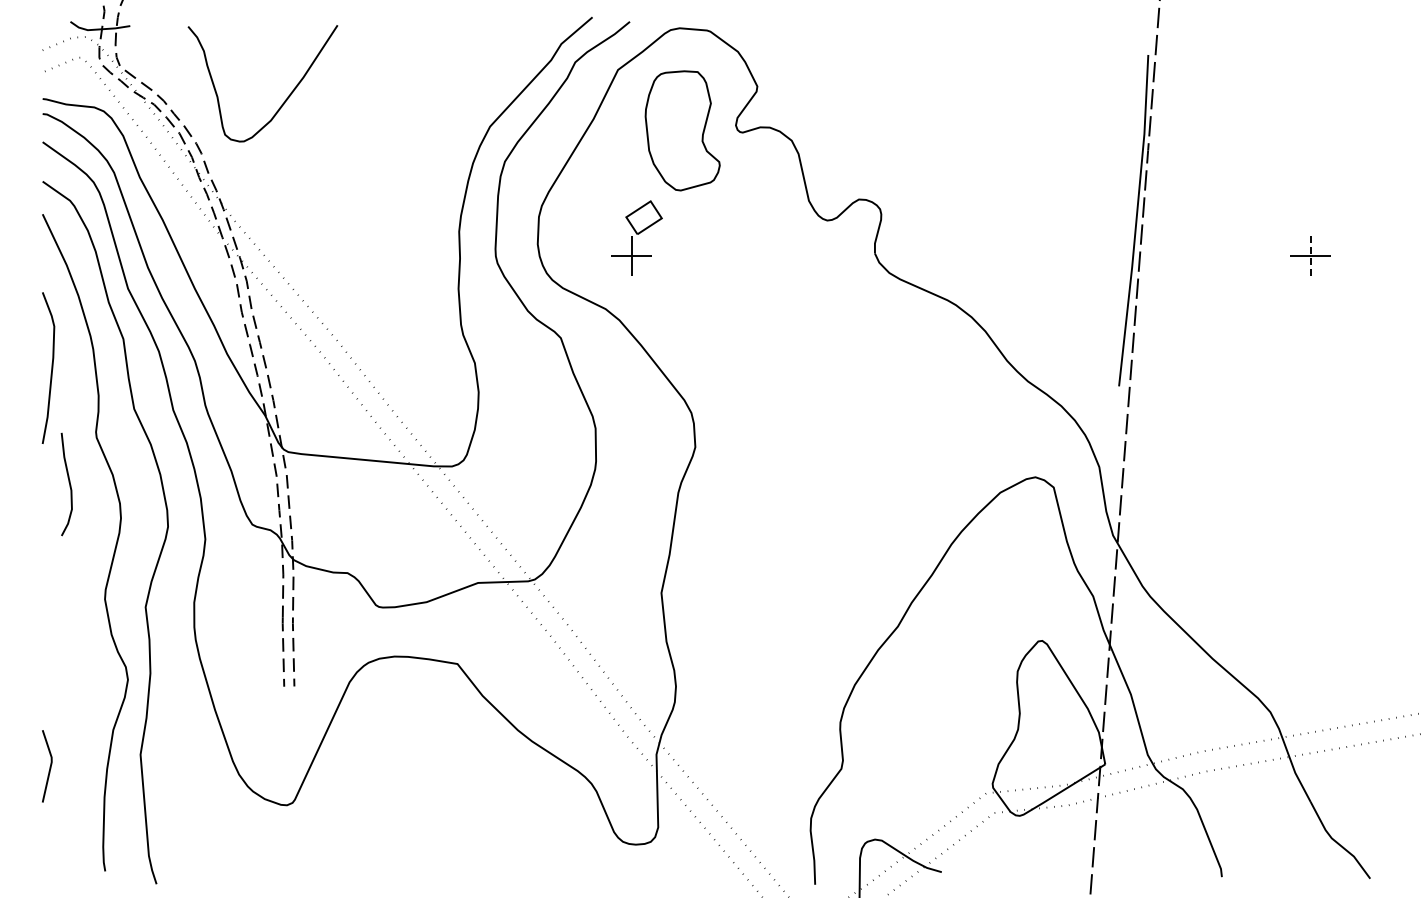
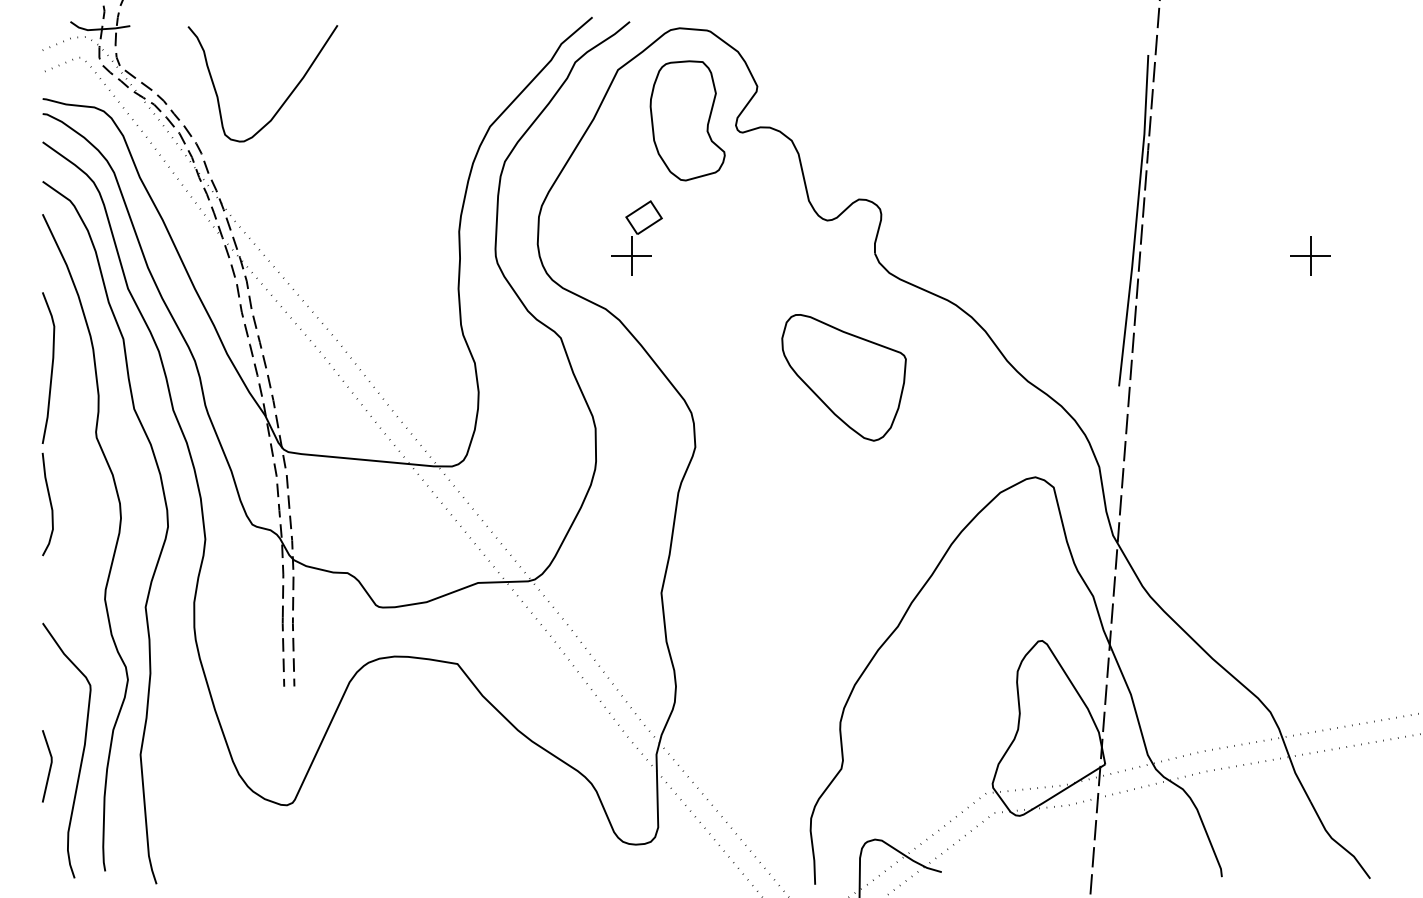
part at (682, 130) position: (682, 130) -> (687, 120)
line at (1310, 255): dashed -> solid
part at (843, 377): none -> present
curve at (68, 482) position: (68, 482) -> (49, 502)
curve at (82, 750): none -> present
